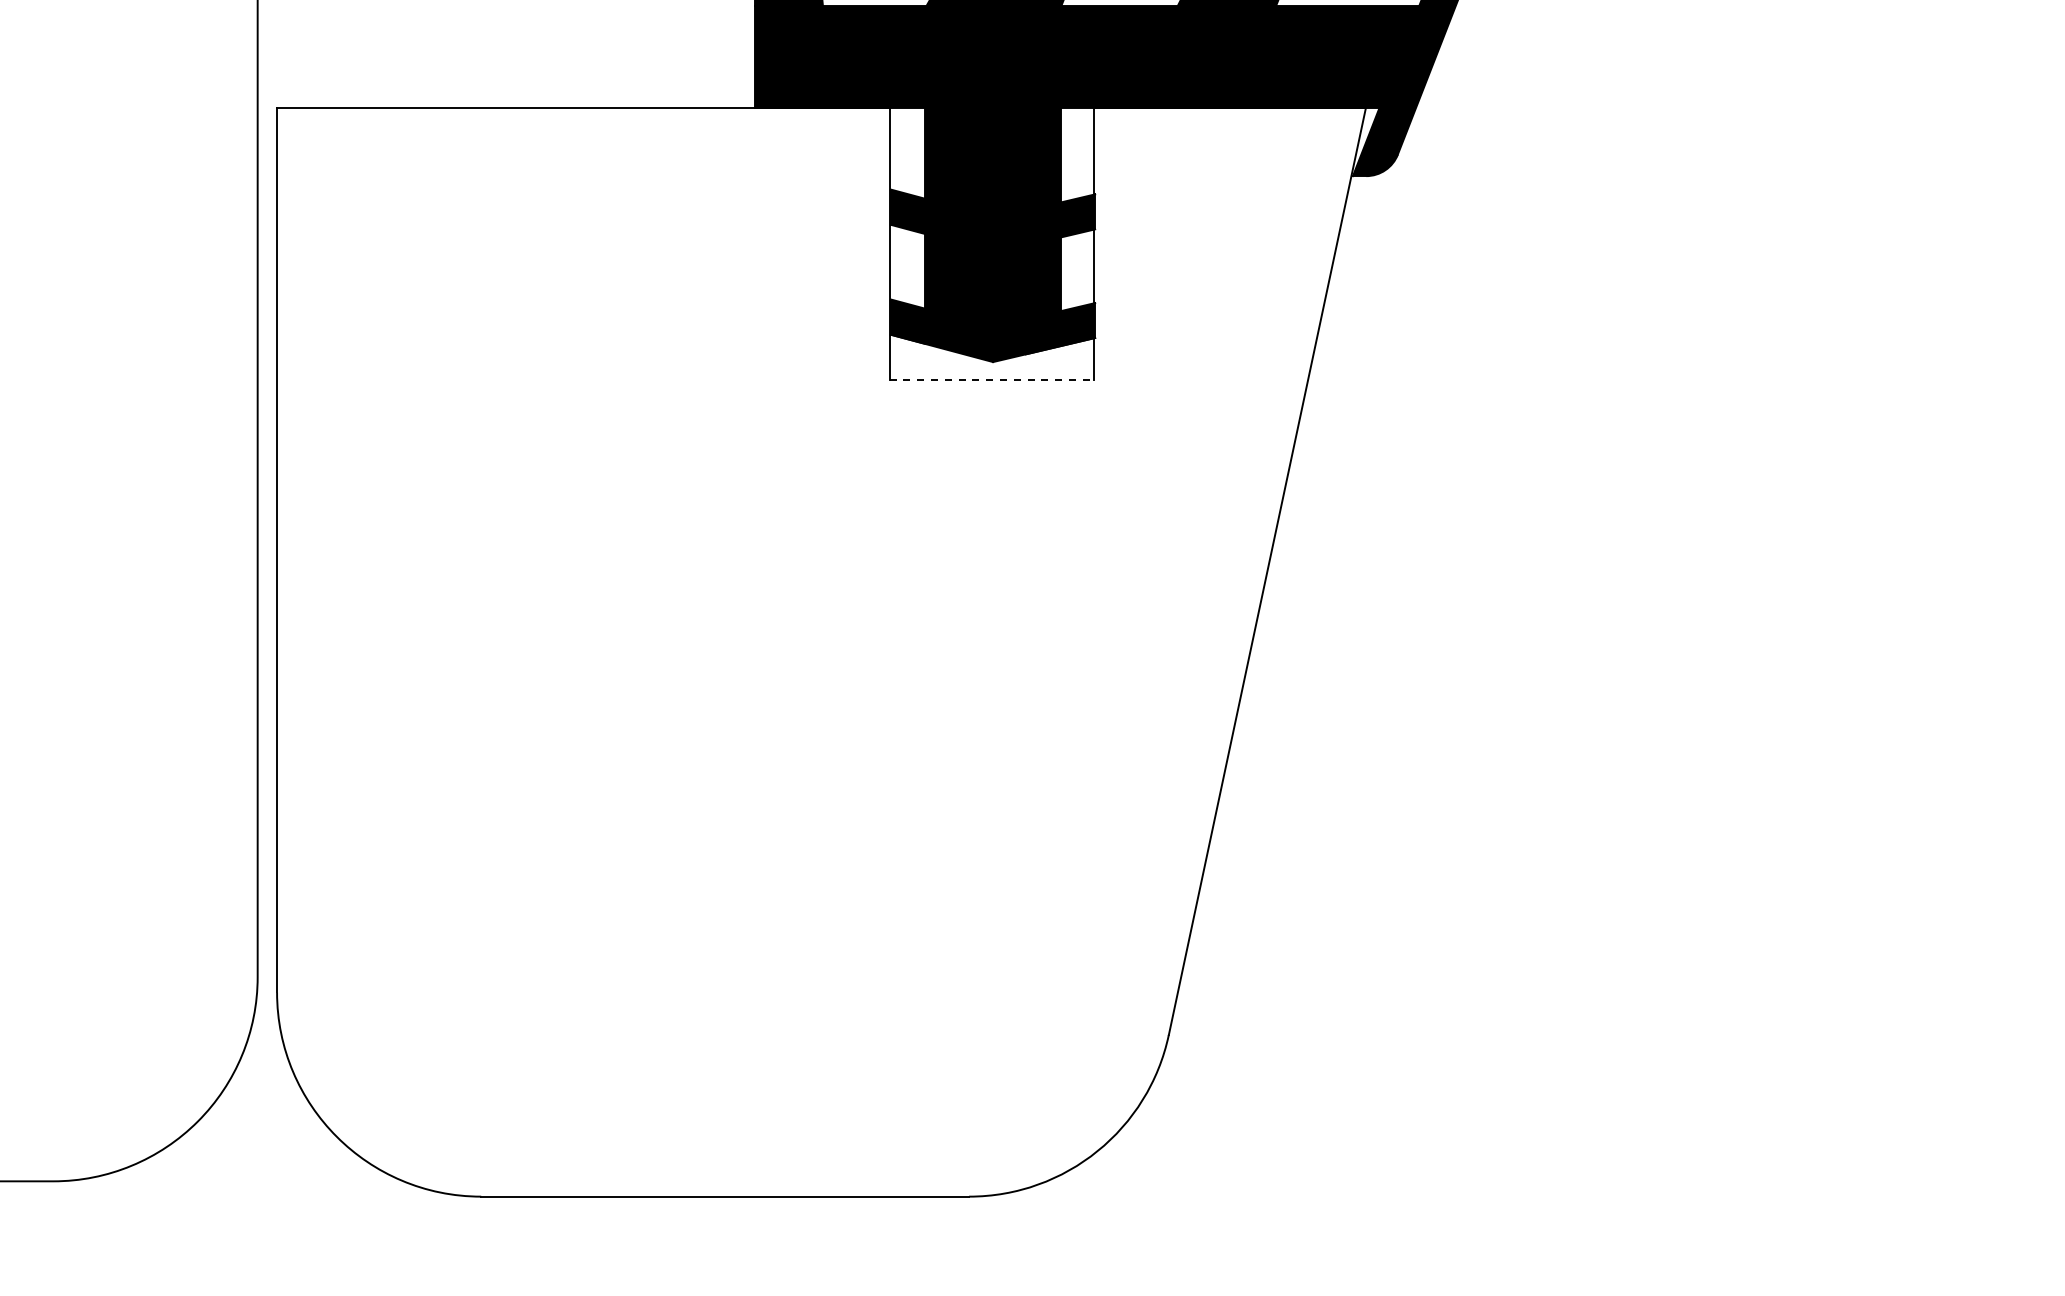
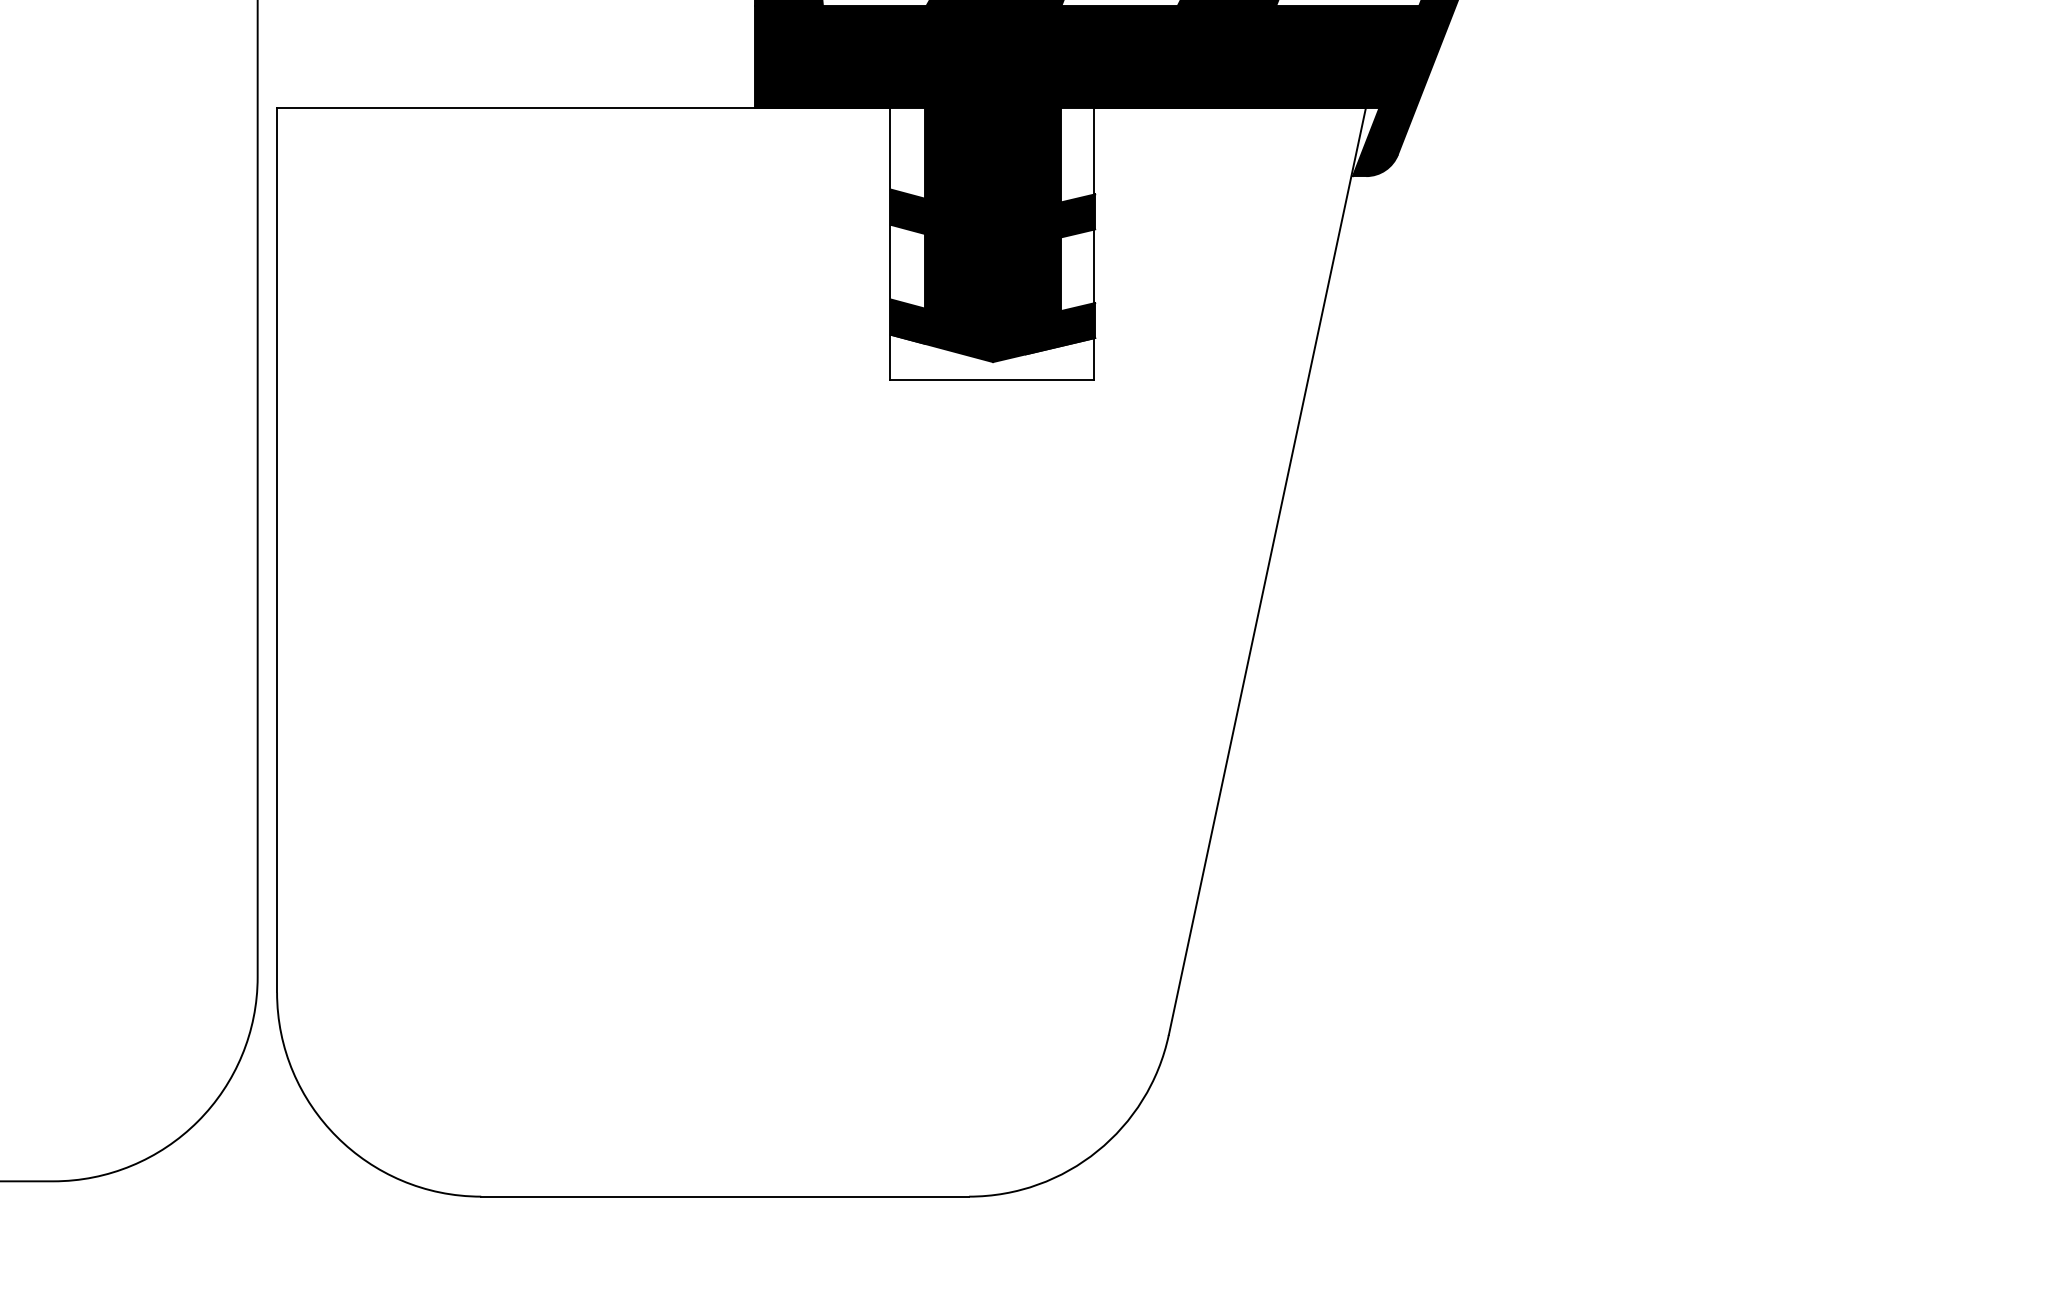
line at (992, 379): dashed -> solid
